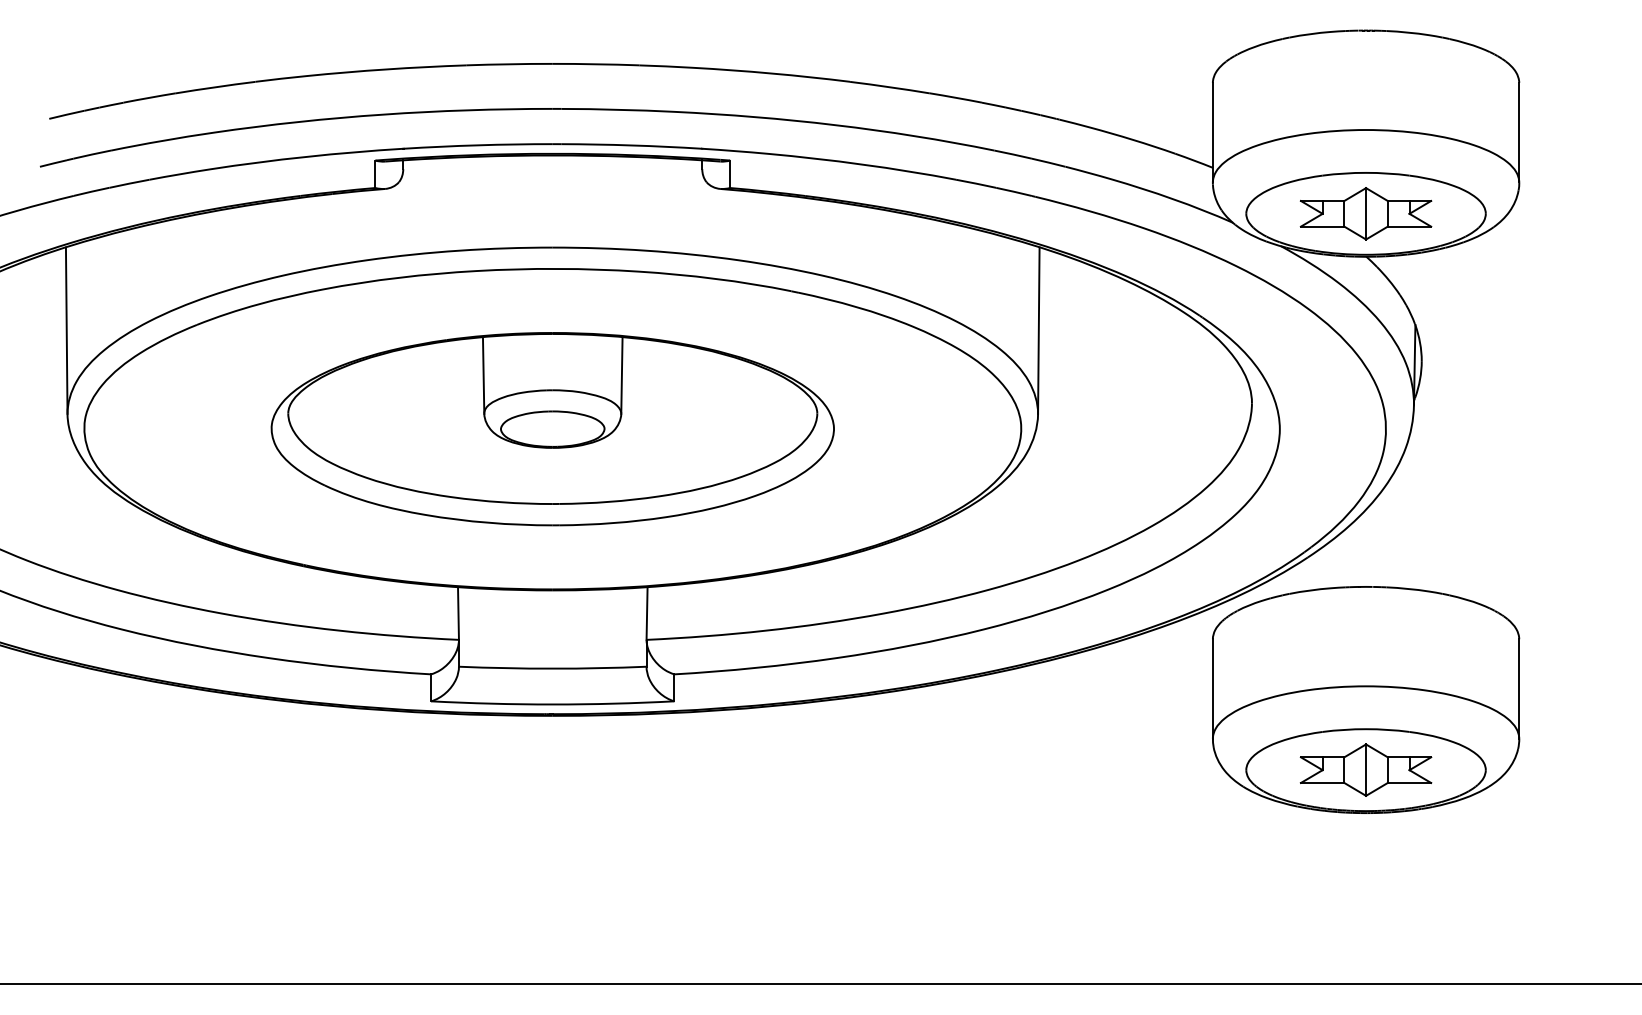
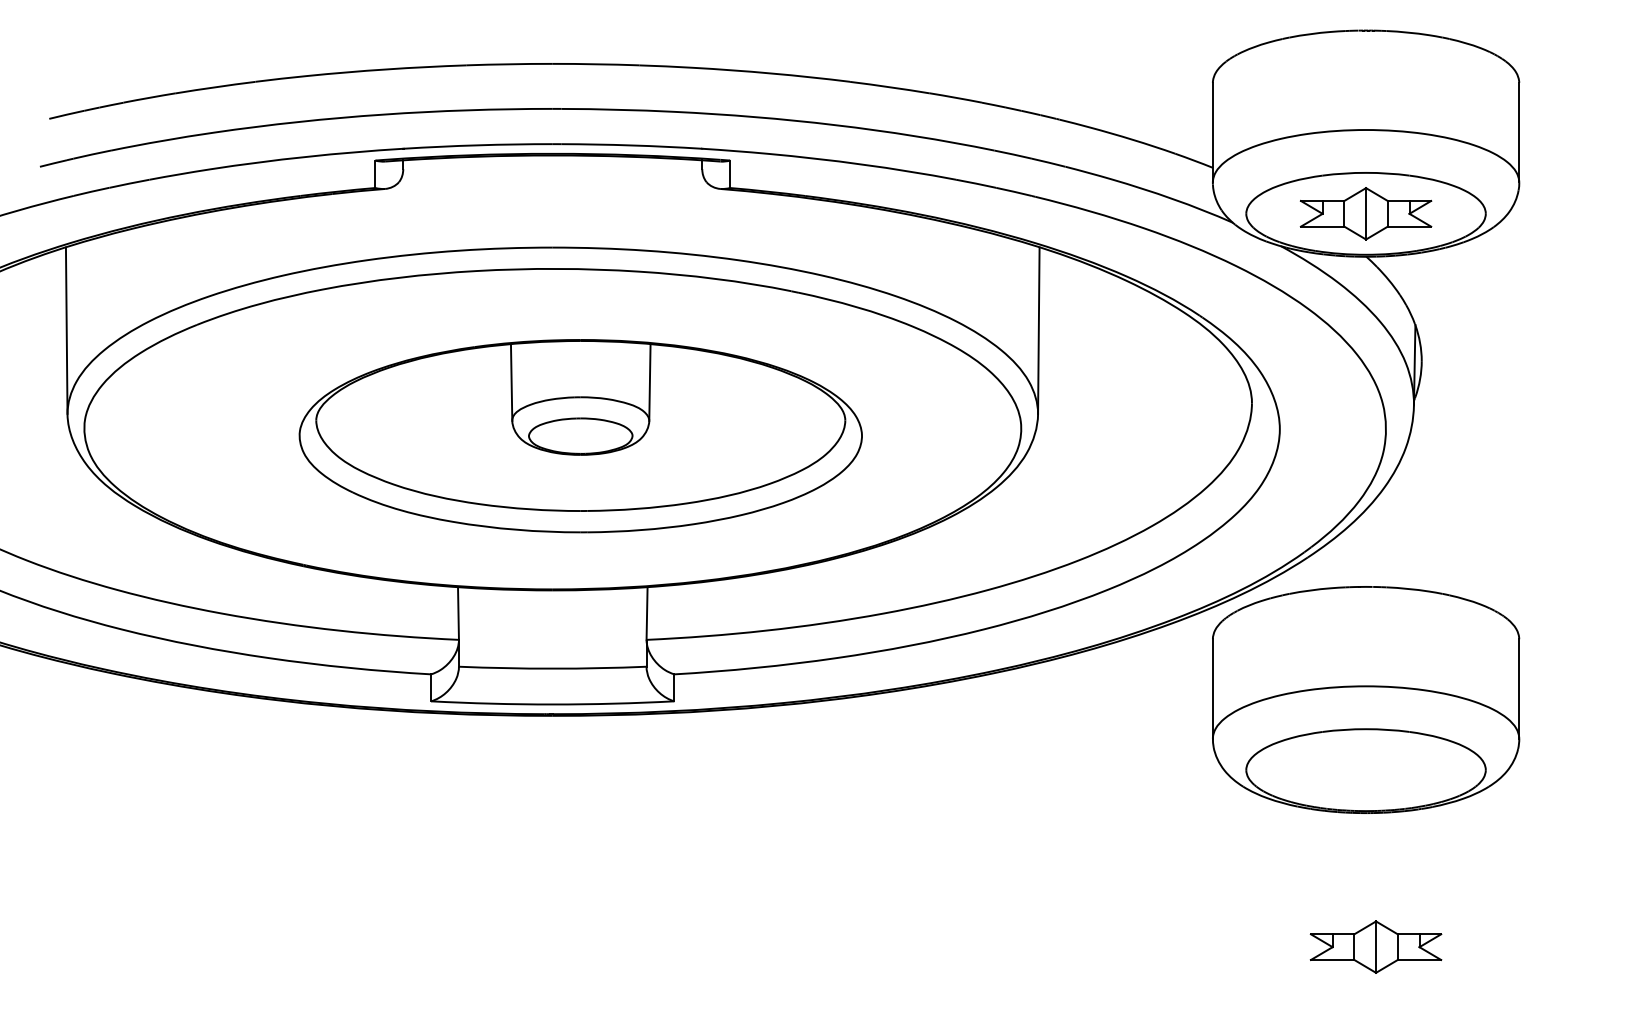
part at (552, 429) position: (552, 429) -> (580, 436)
part at (1365, 769) position: (1365, 769) -> (1375, 946)
line at (820, 984): present -> none
